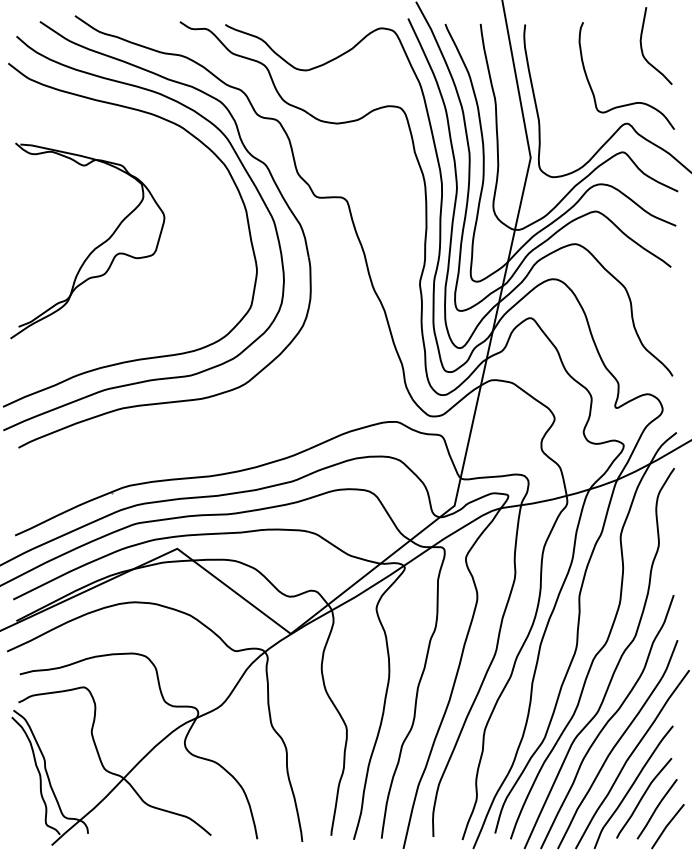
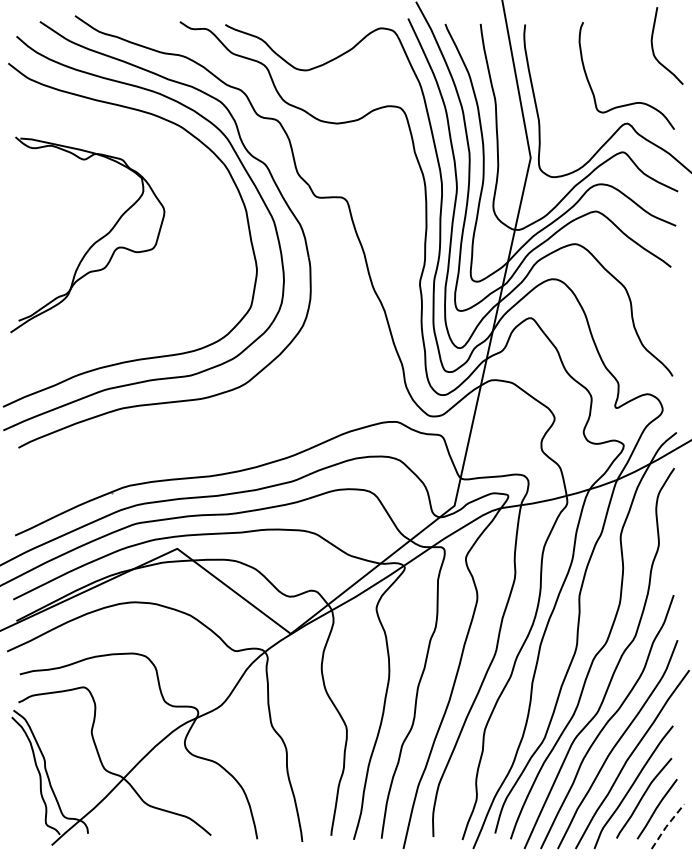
curve at (642, 46) position: (642, 46) -> (653, 46)
part at (95, 247) position: (95, 247) -> (95, 241)
line at (666, 826): solid -> dashed
